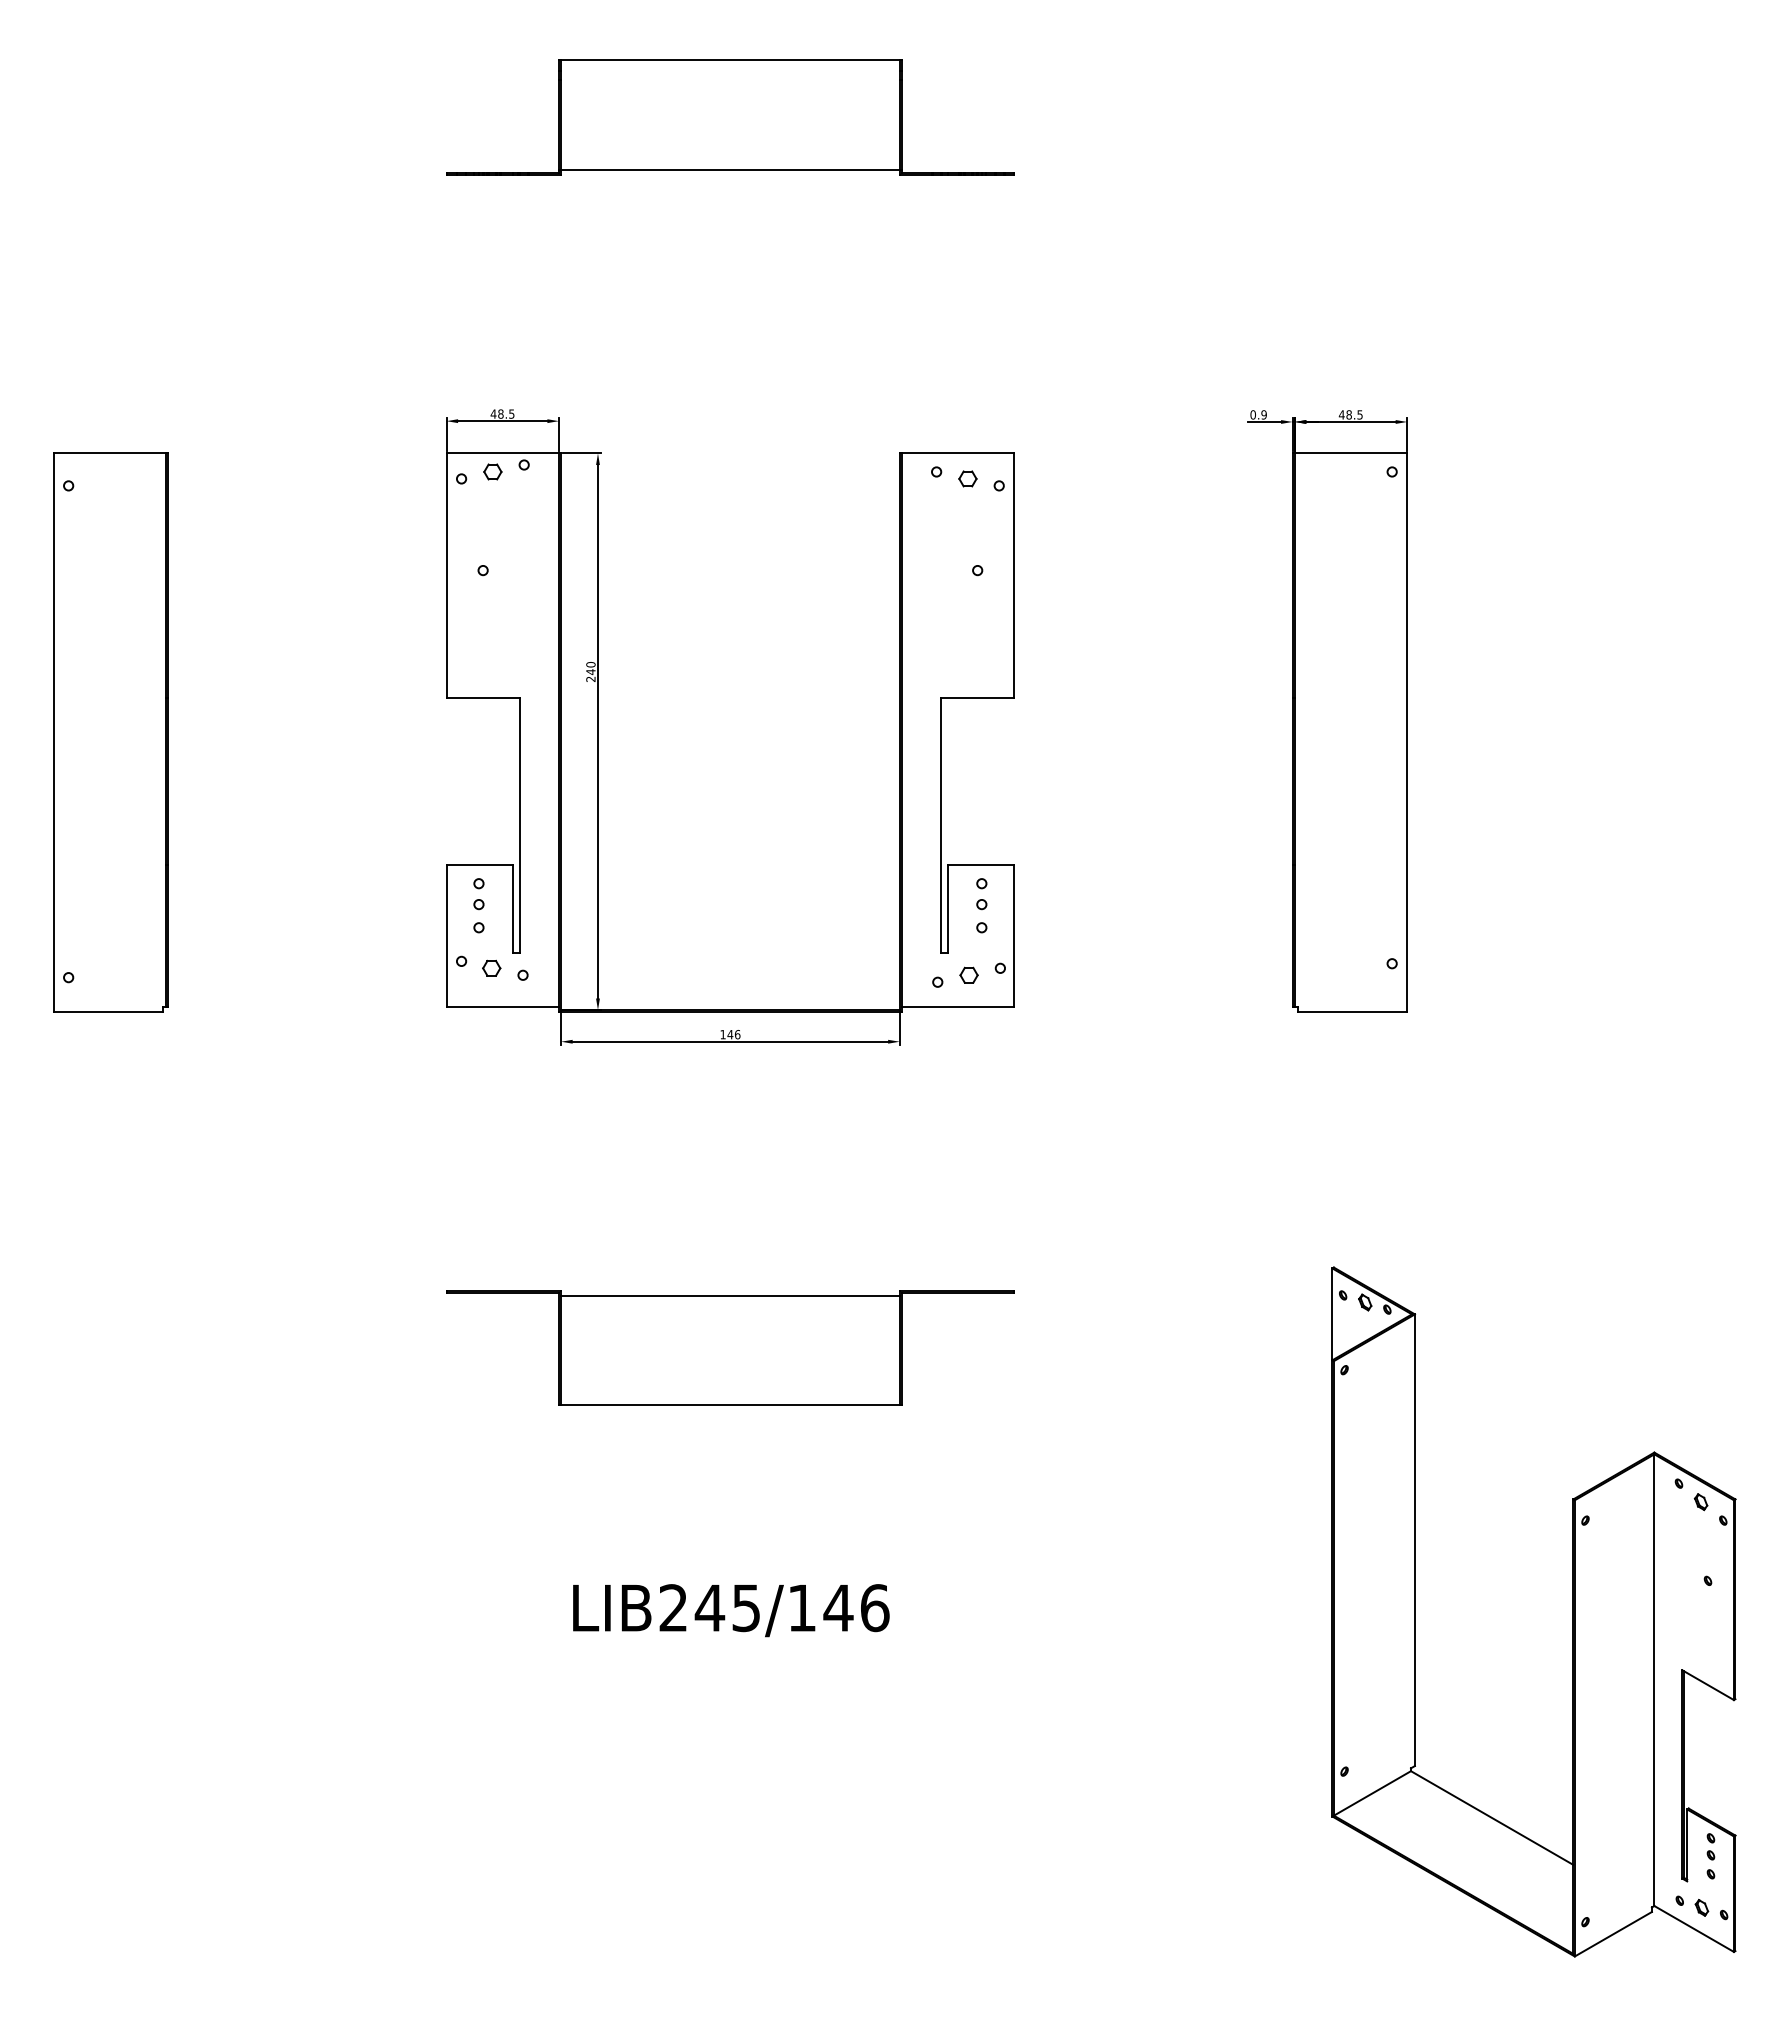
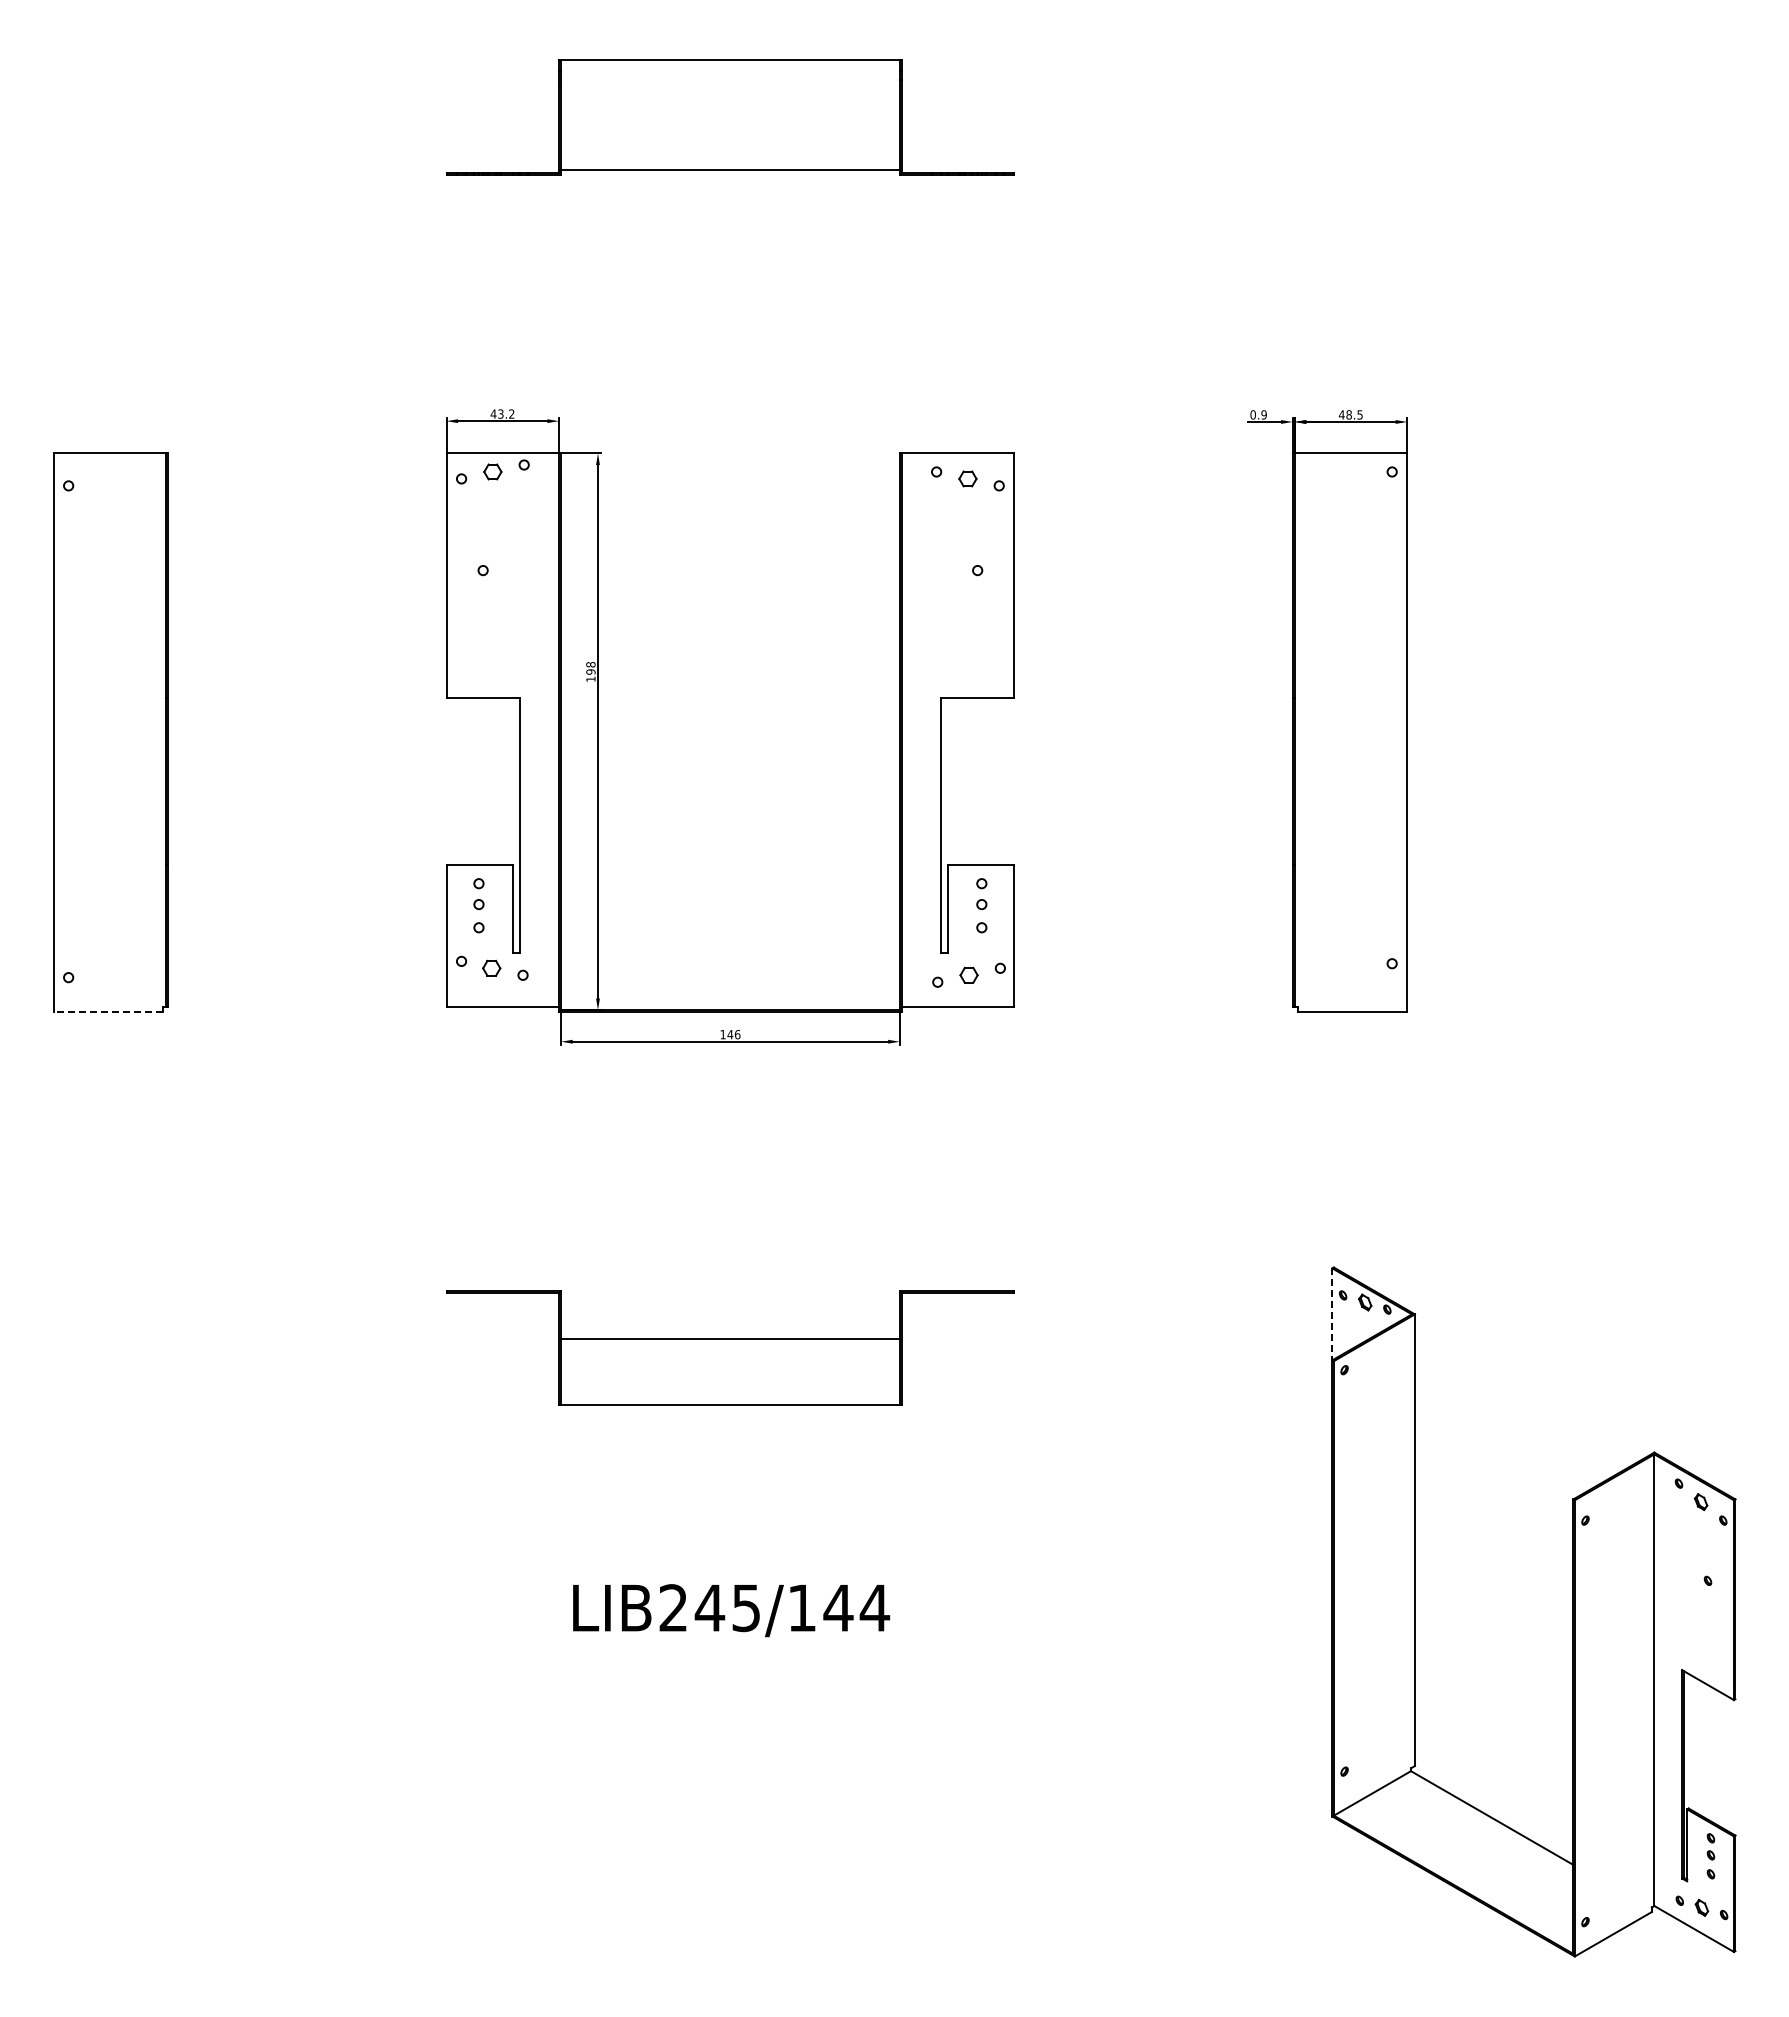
text at (506, 413): 48.5 -> 43.2
text at (590, 671): 240 -> 198
line at (108, 1012): solid -> dashed
line at (730, 1296) position: (730, 1296) -> (730, 1339)
line at (1332, 1314): solid -> dashed
text at (874, 1608): LIB245/146 -> LIB245/144
